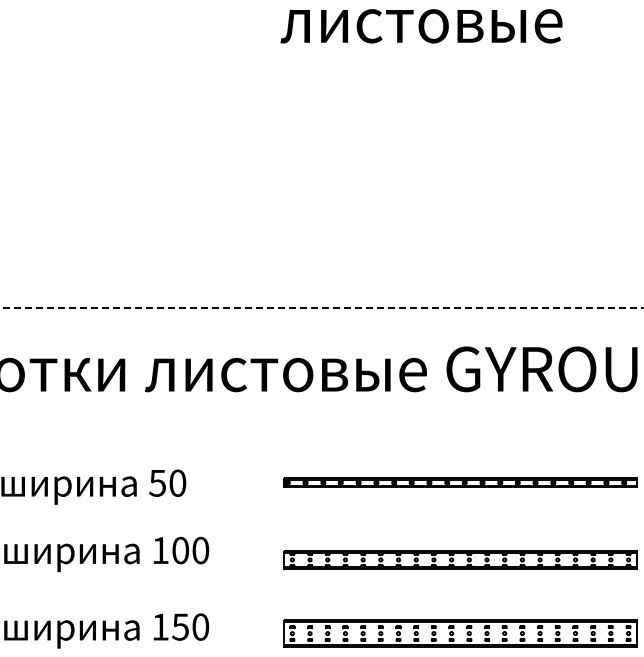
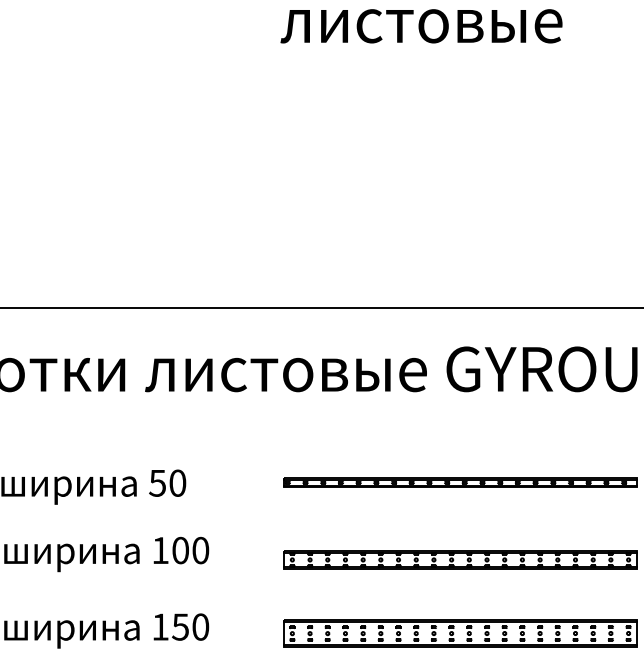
line at (322, 307): dashed -> solid
